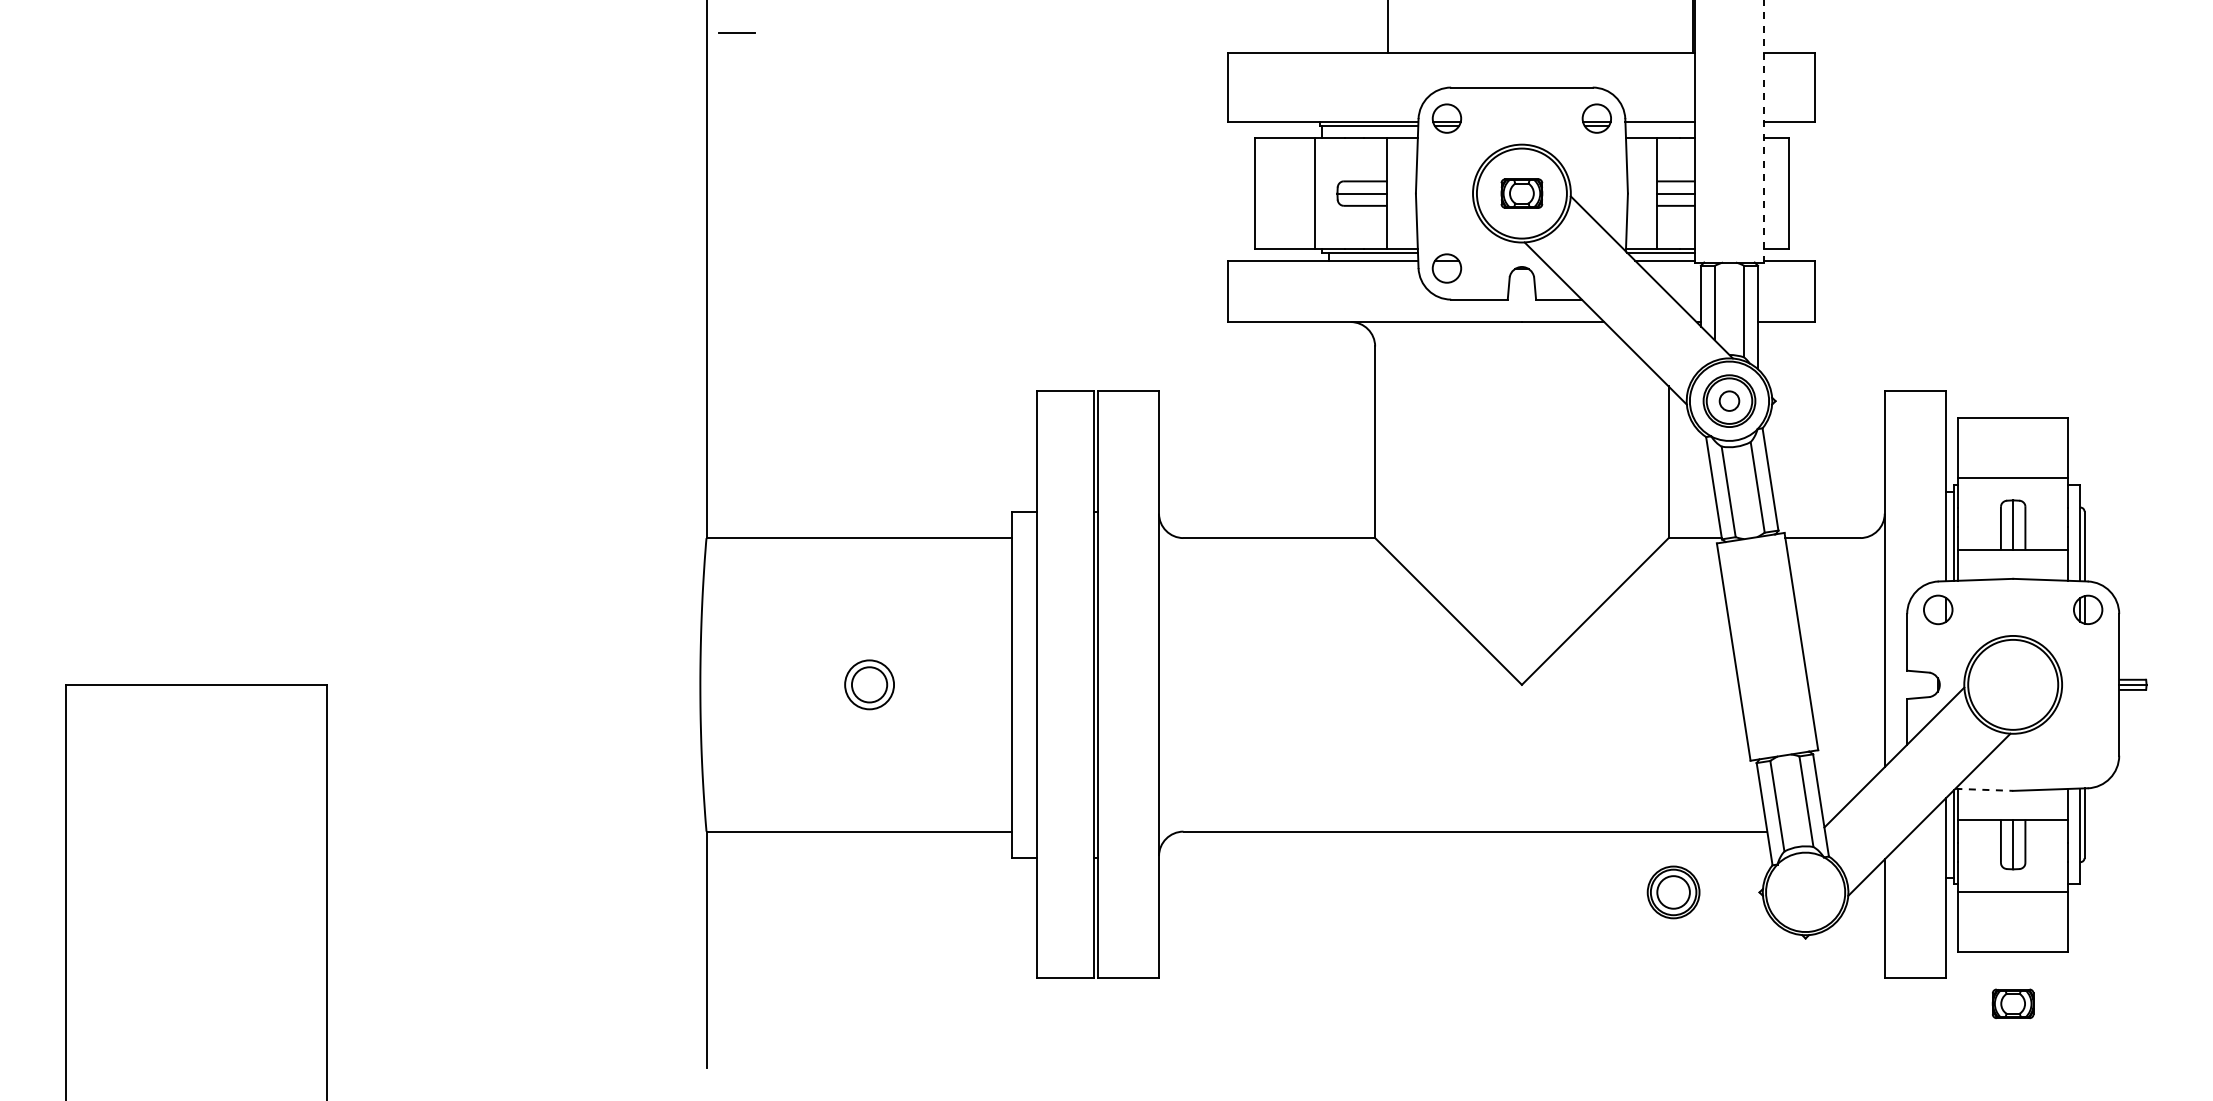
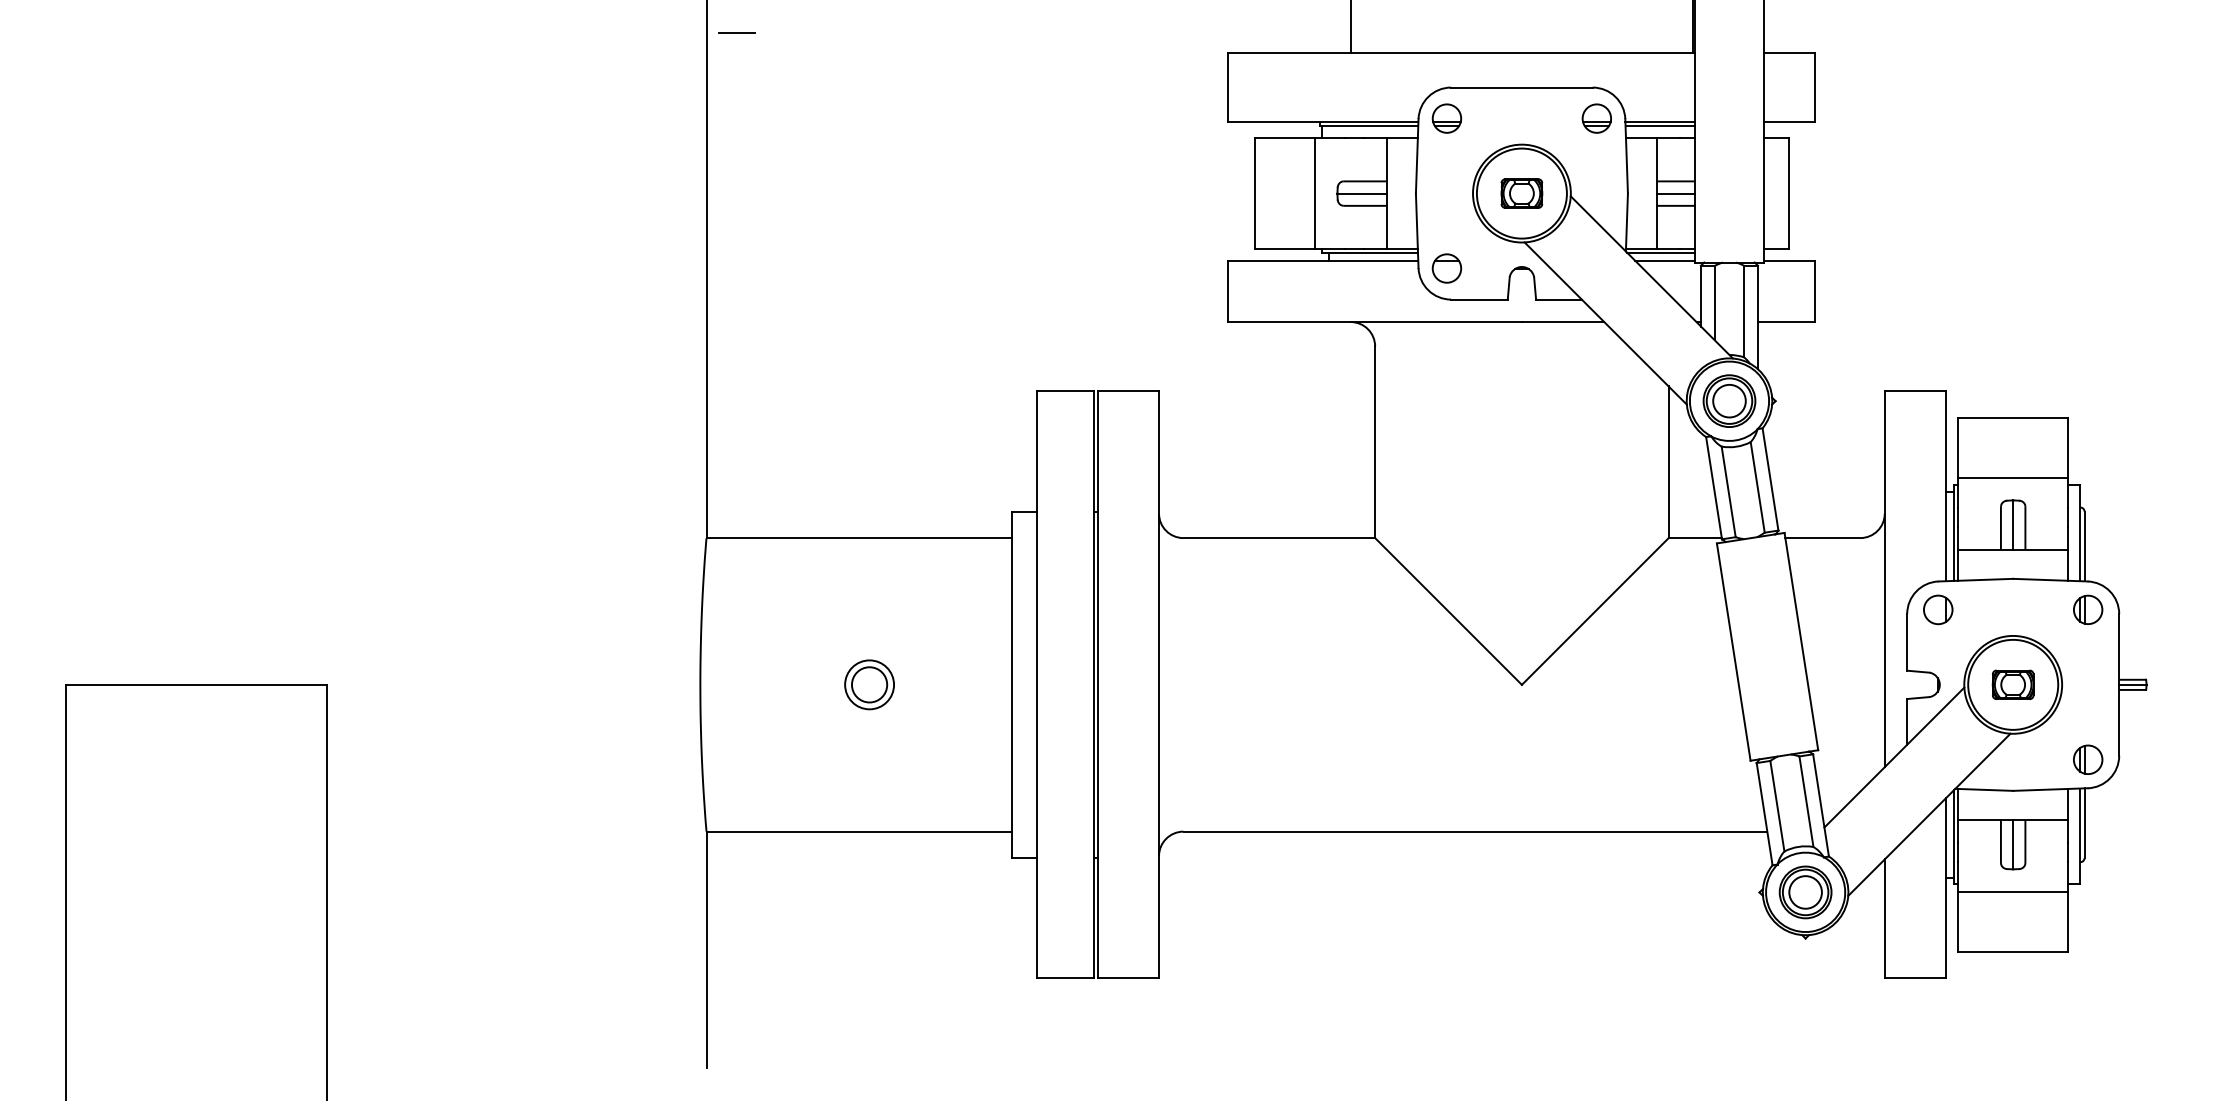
line at (1387, 27) position: (1387, 27) -> (1350, 27)
line at (1660, 126): none -> present
line at (1763, 131): dashed -> solid
circle at (1729, 400) diameter: 20 px -> 33 px
part at (2088, 759): none -> present
line at (1984, 789): dashed -> solid
part at (1673, 892) position: (1673, 892) -> (1805, 892)
part at (2012, 1003) position: (2012, 1003) -> (2012, 684)
